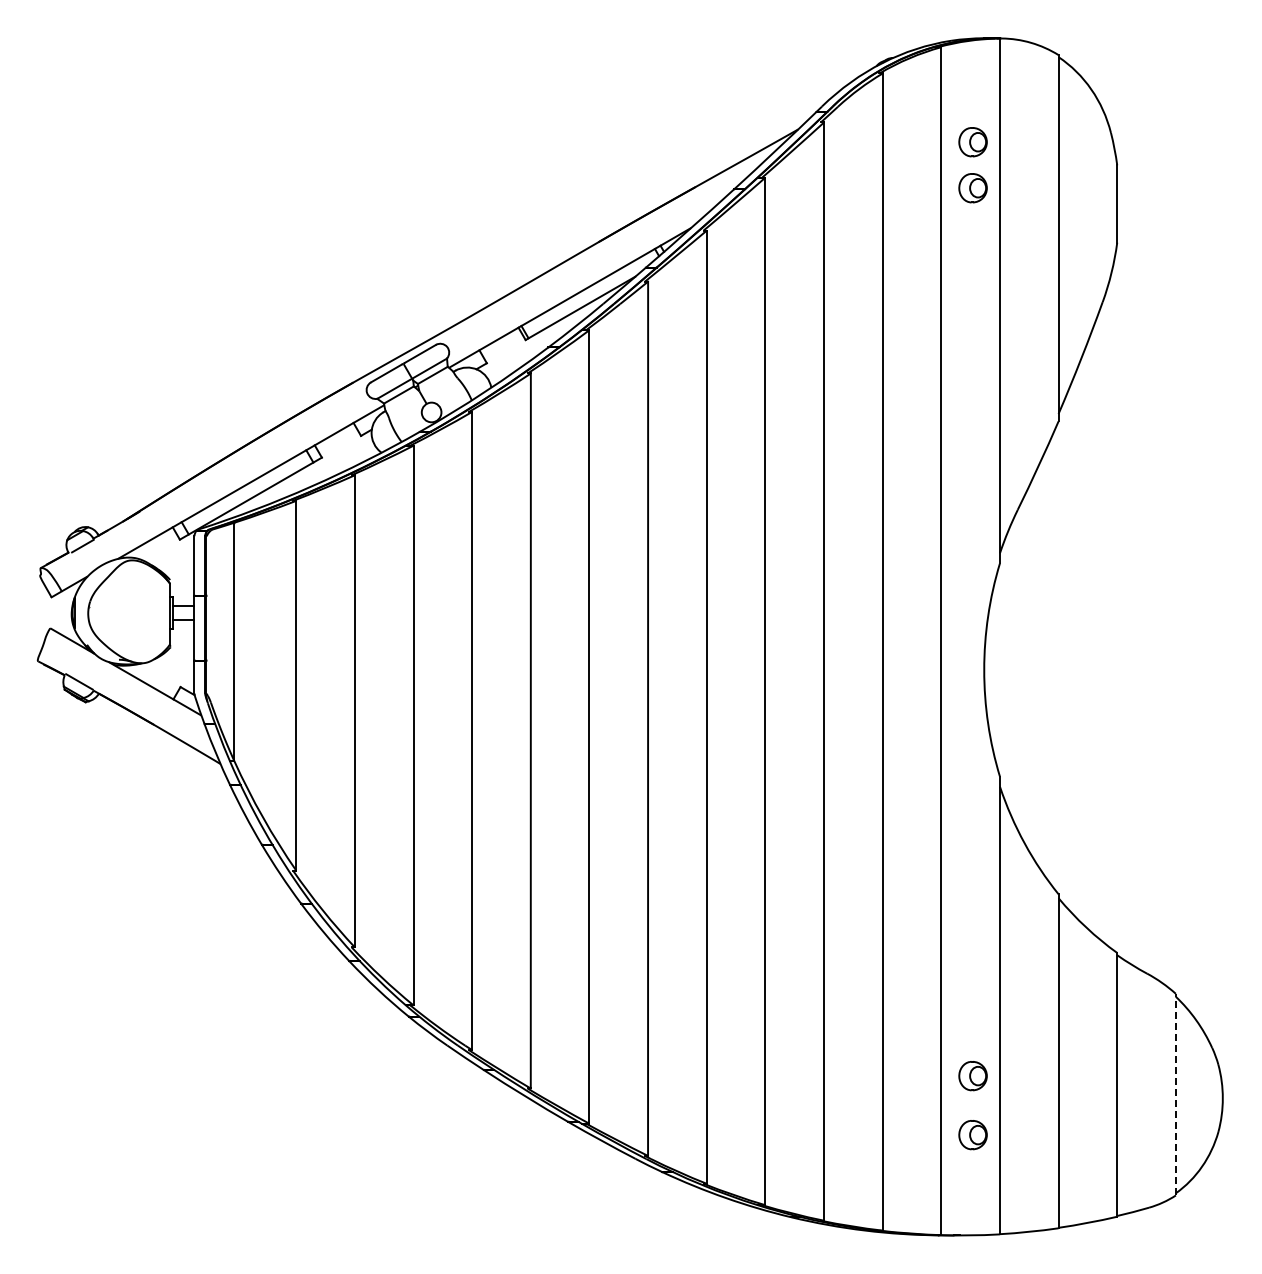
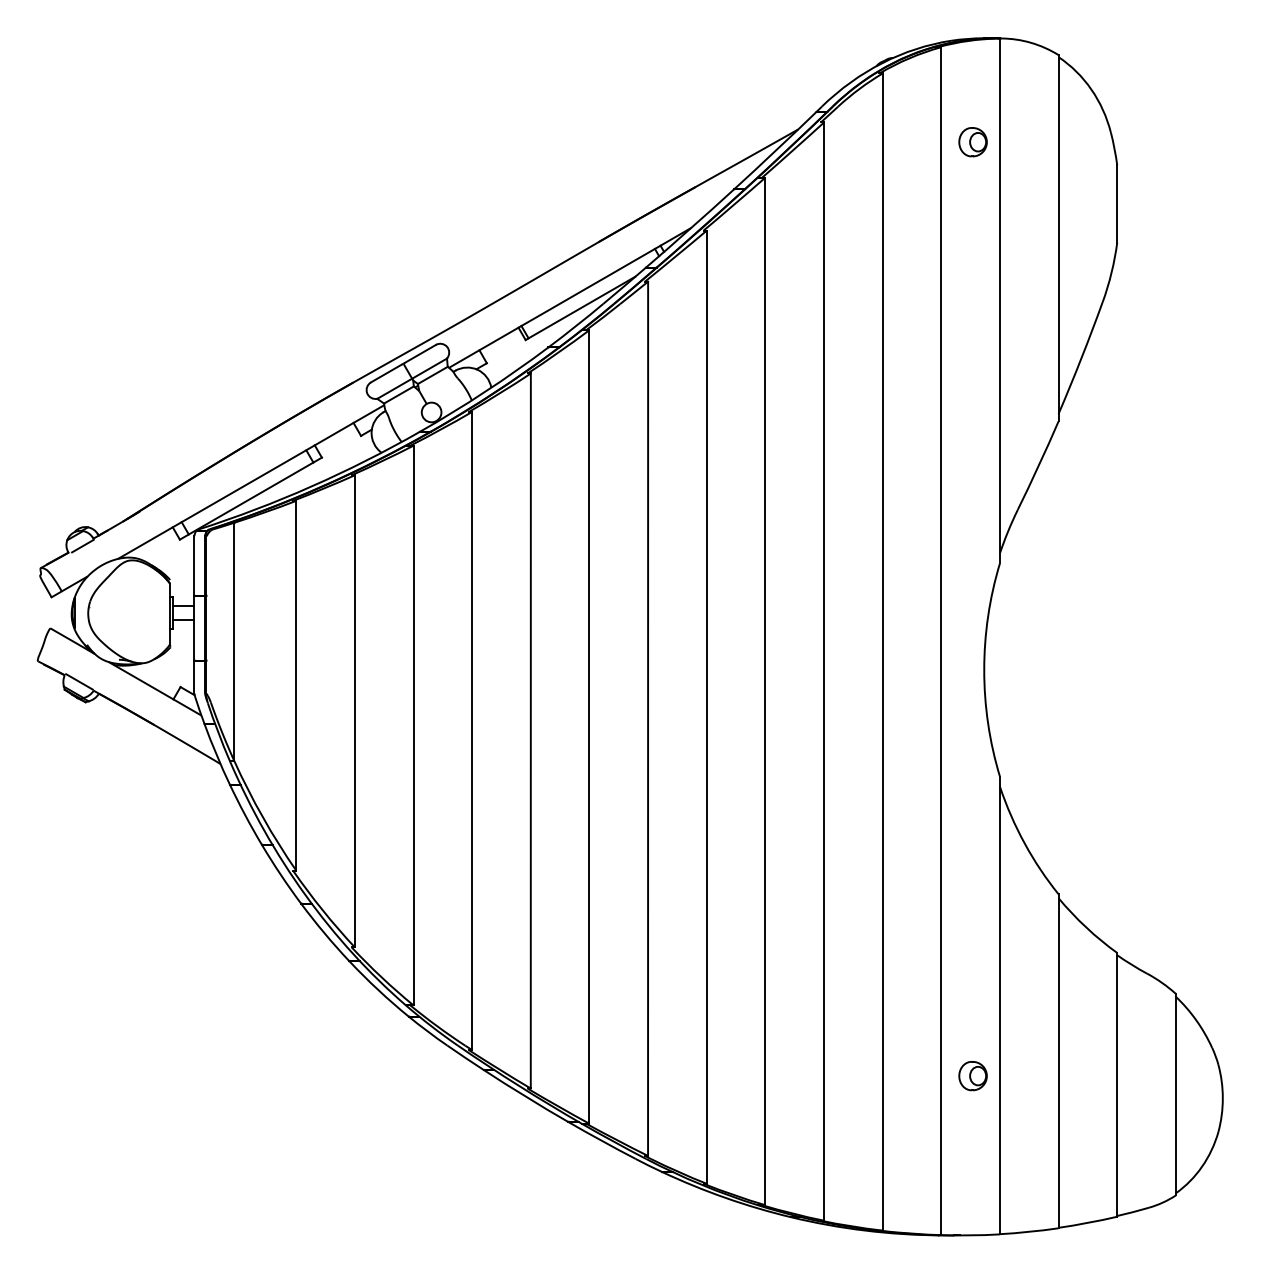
part at (972, 188): present -> none
line at (1175, 1094): dashed -> solid
part at (972, 1135): present -> none
